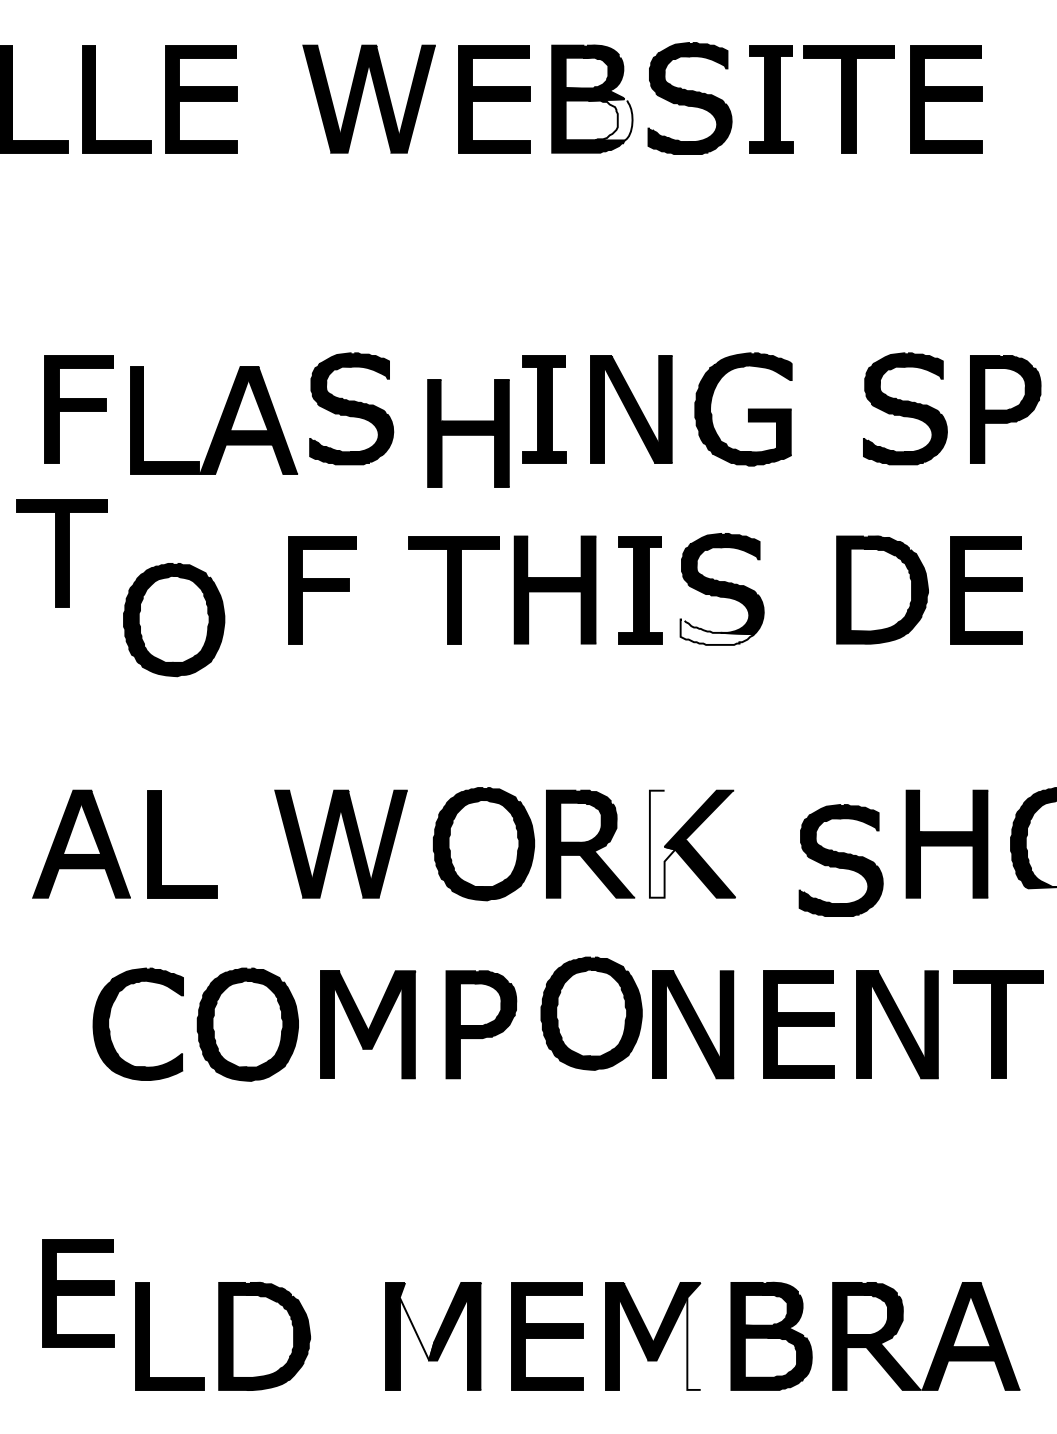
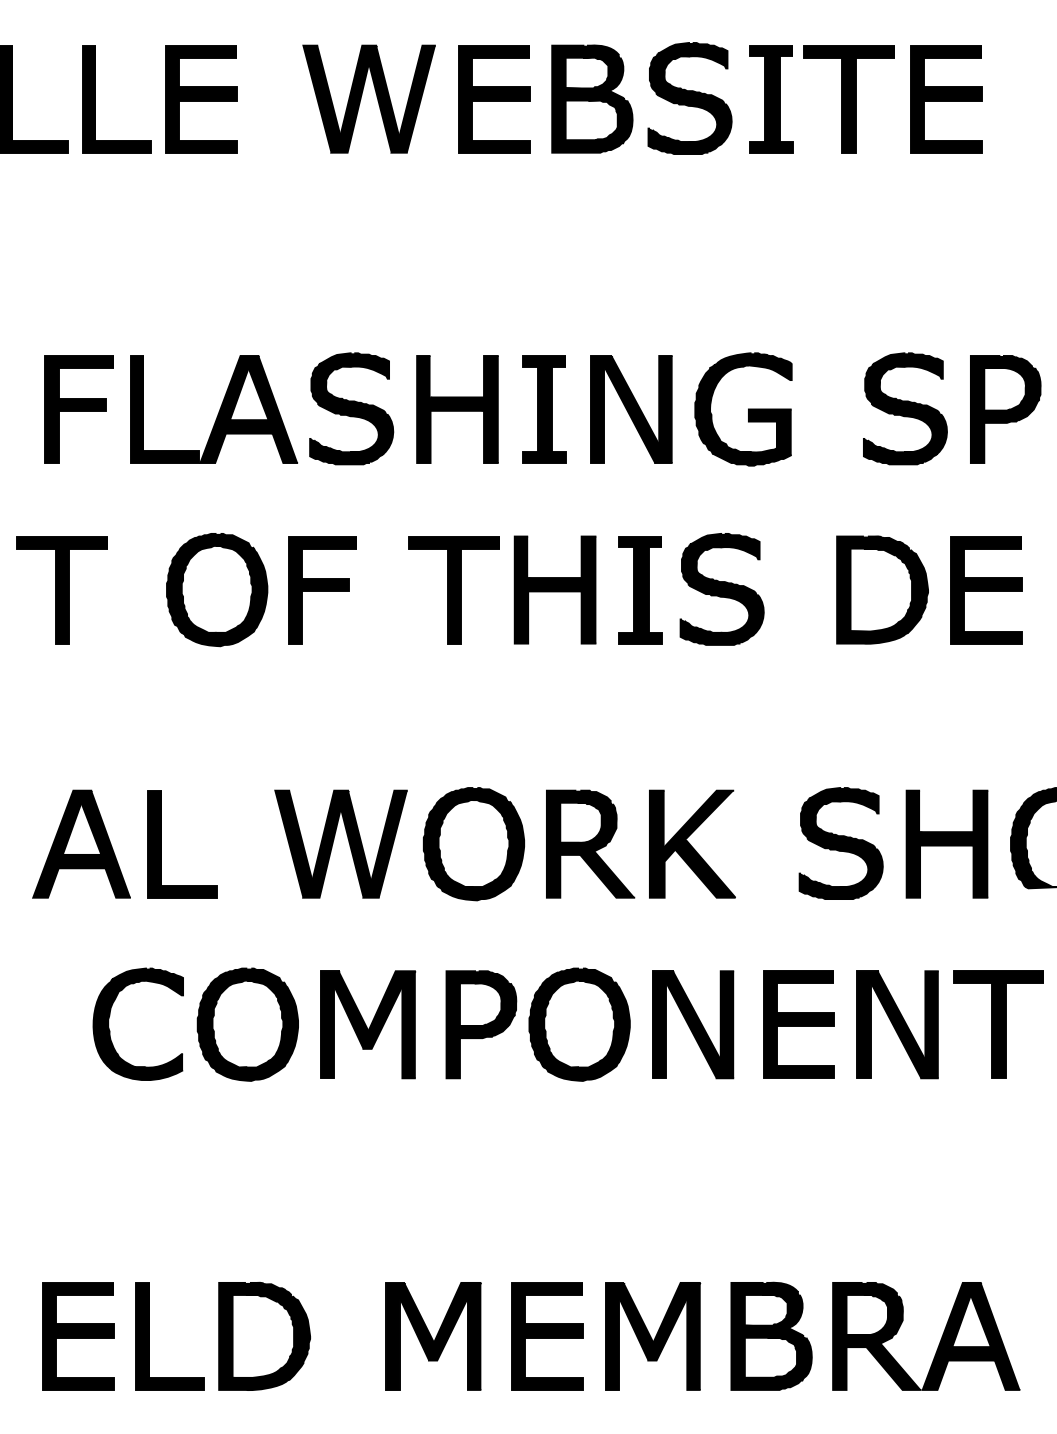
fill at (598, 119): none -> present
part at (213, 420) position: (213, 420) -> (213, 409)
part at (468, 433) position: (468, 433) -> (457, 409)
part at (61, 553) position: (61, 553) -> (61, 590)
part at (174, 620) position: (174, 620) -> (217, 590)
fill at (717, 631): none -> present
fill at (662, 843): none -> present
part at (483, 844) position: (483, 844) -> (473, 844)
part at (840, 860) position: (840, 860) -> (840, 843)
part at (591, 1013) position: (591, 1013) -> (579, 1024)
part at (78, 1293) position: (78, 1293) -> (78, 1336)
fill at (416, 1321): none -> present
fill at (693, 1335): none -> present
